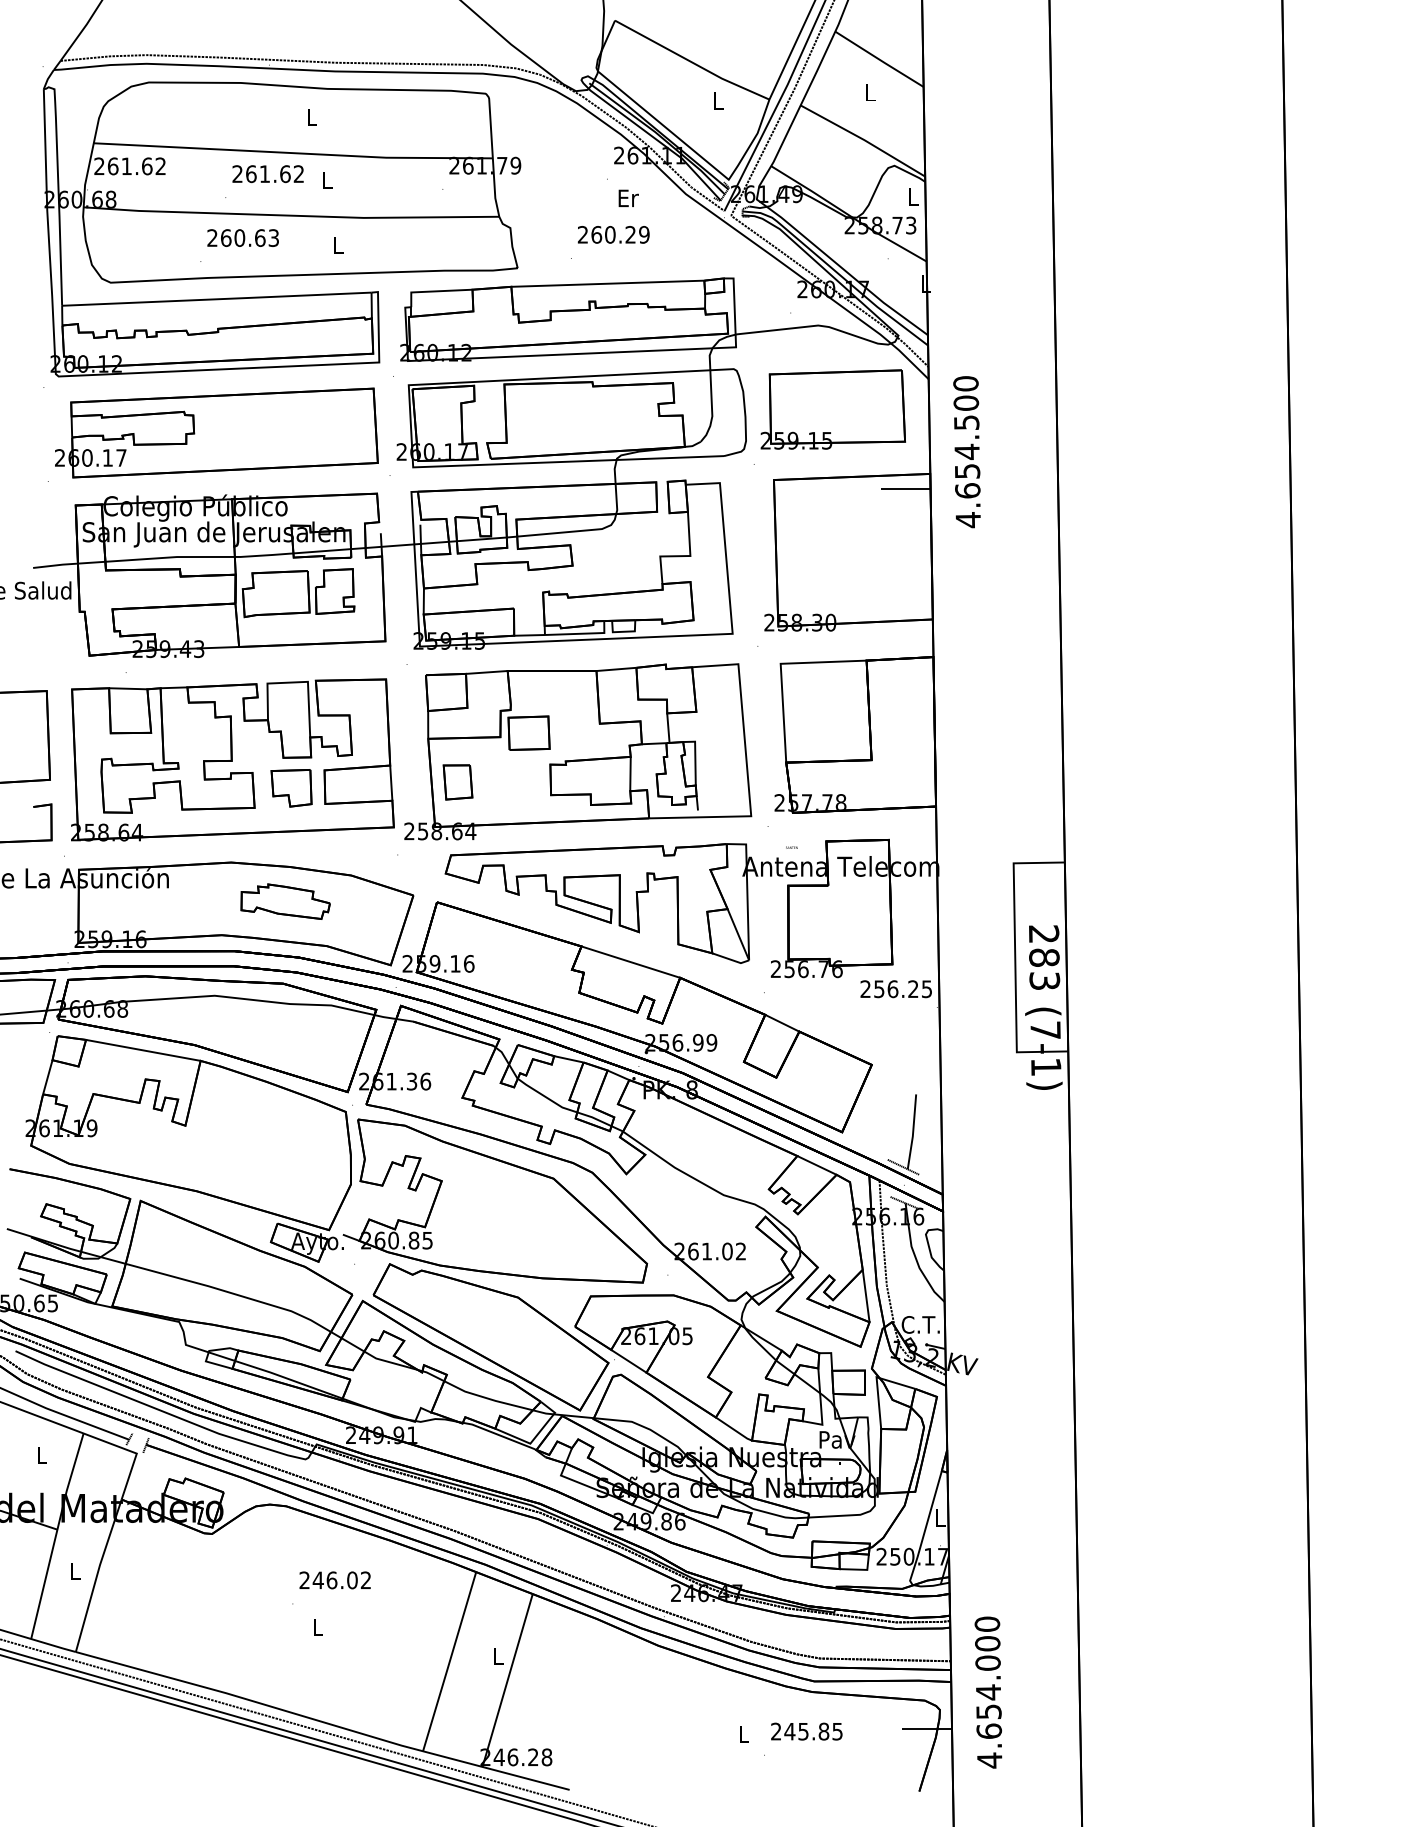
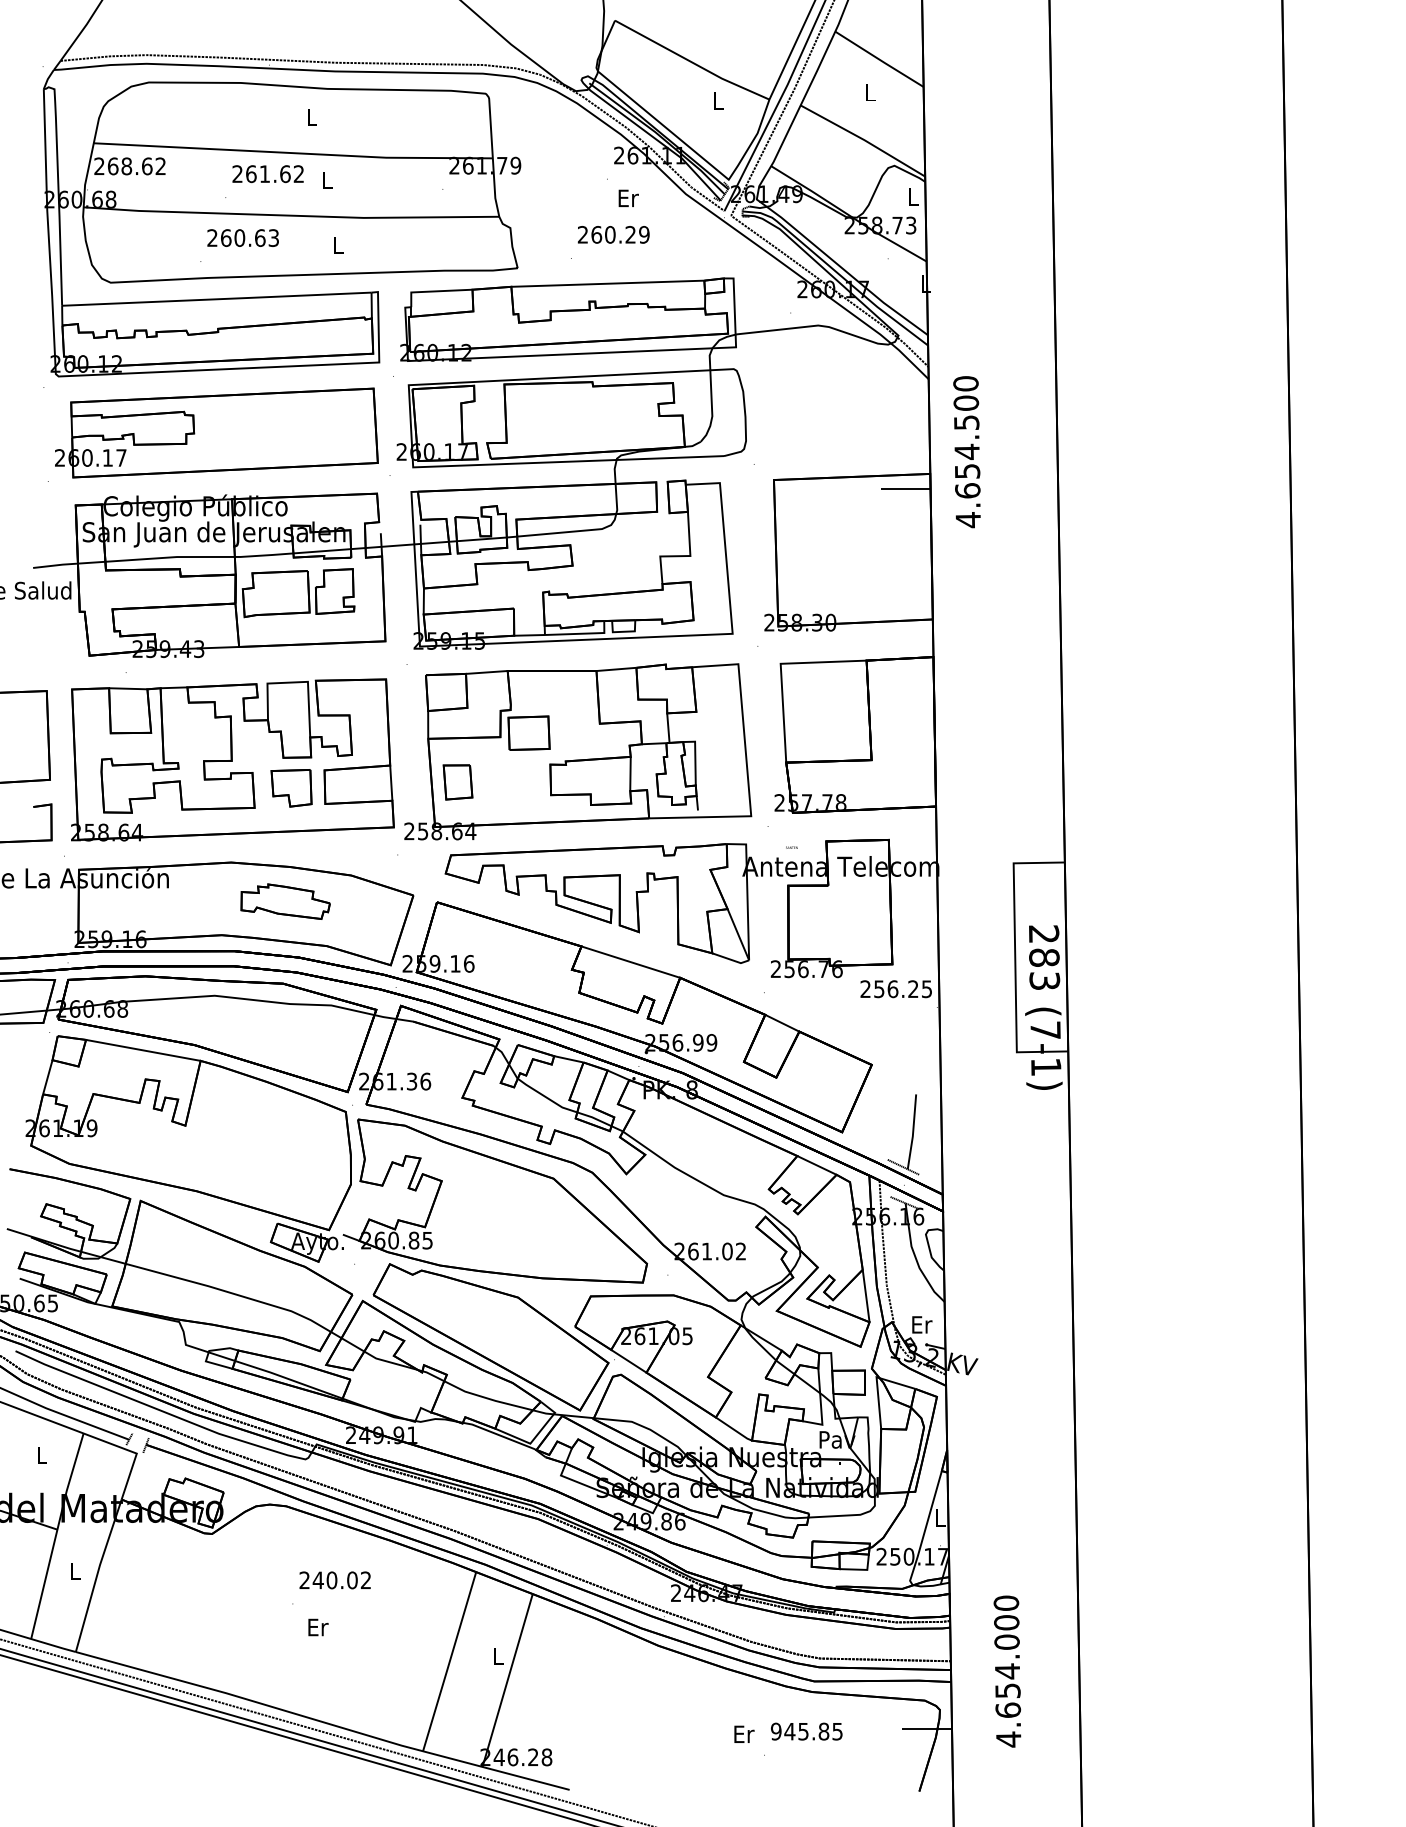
text at (126, 166): 261.62 -> 268.62
part at (832, 409): present -> none
text at (920, 1324): C.T. -> Er
text at (331, 1580): 246.02 -> 240.02
text at (318, 1627): L -> Er
text at (988, 1692) position: (988, 1692) -> (1007, 1671)
text at (776, 1731): 245.85 -> 945.85
text at (744, 1733): L -> Er
